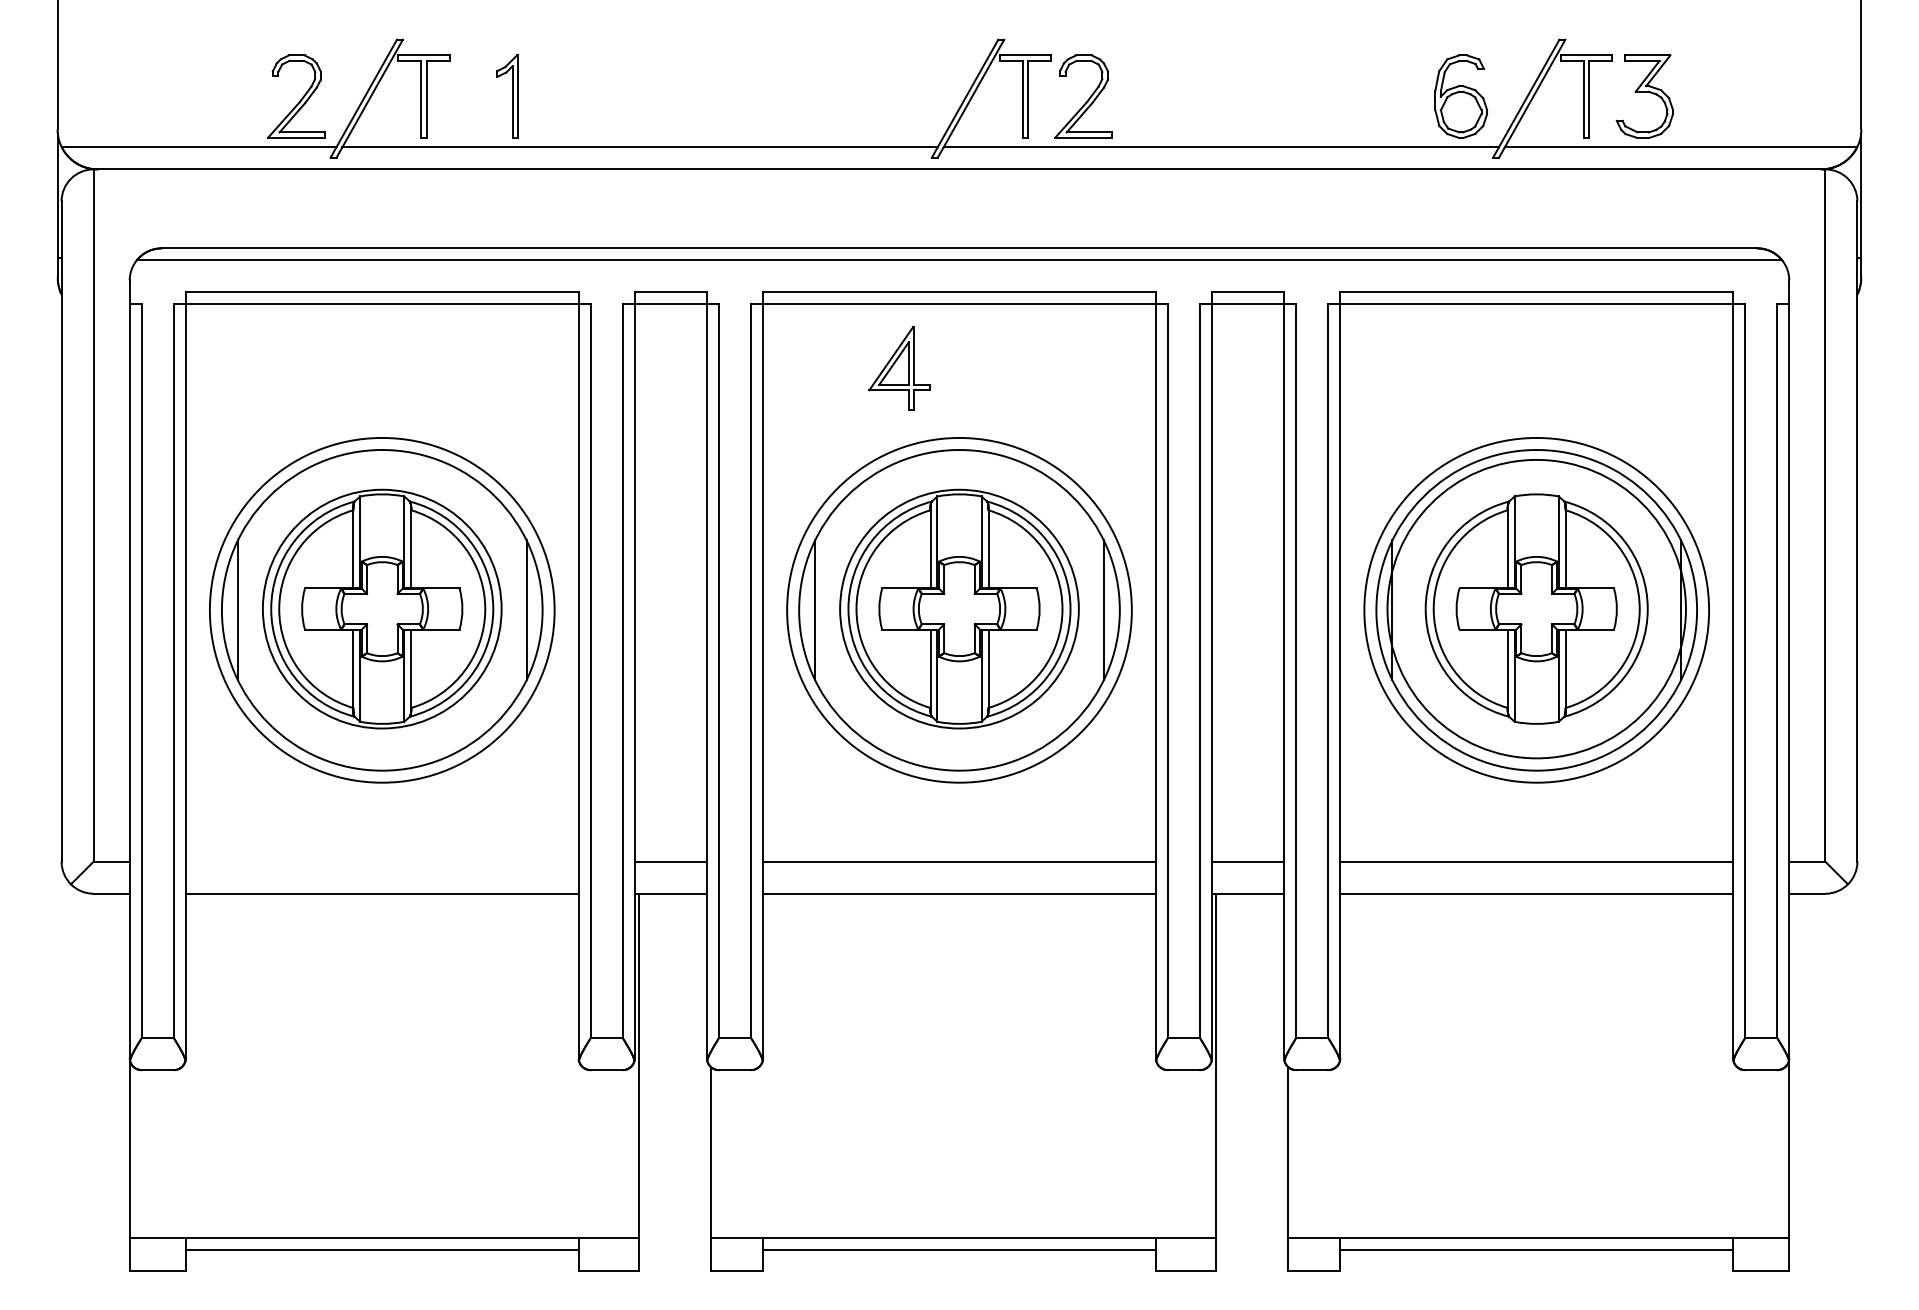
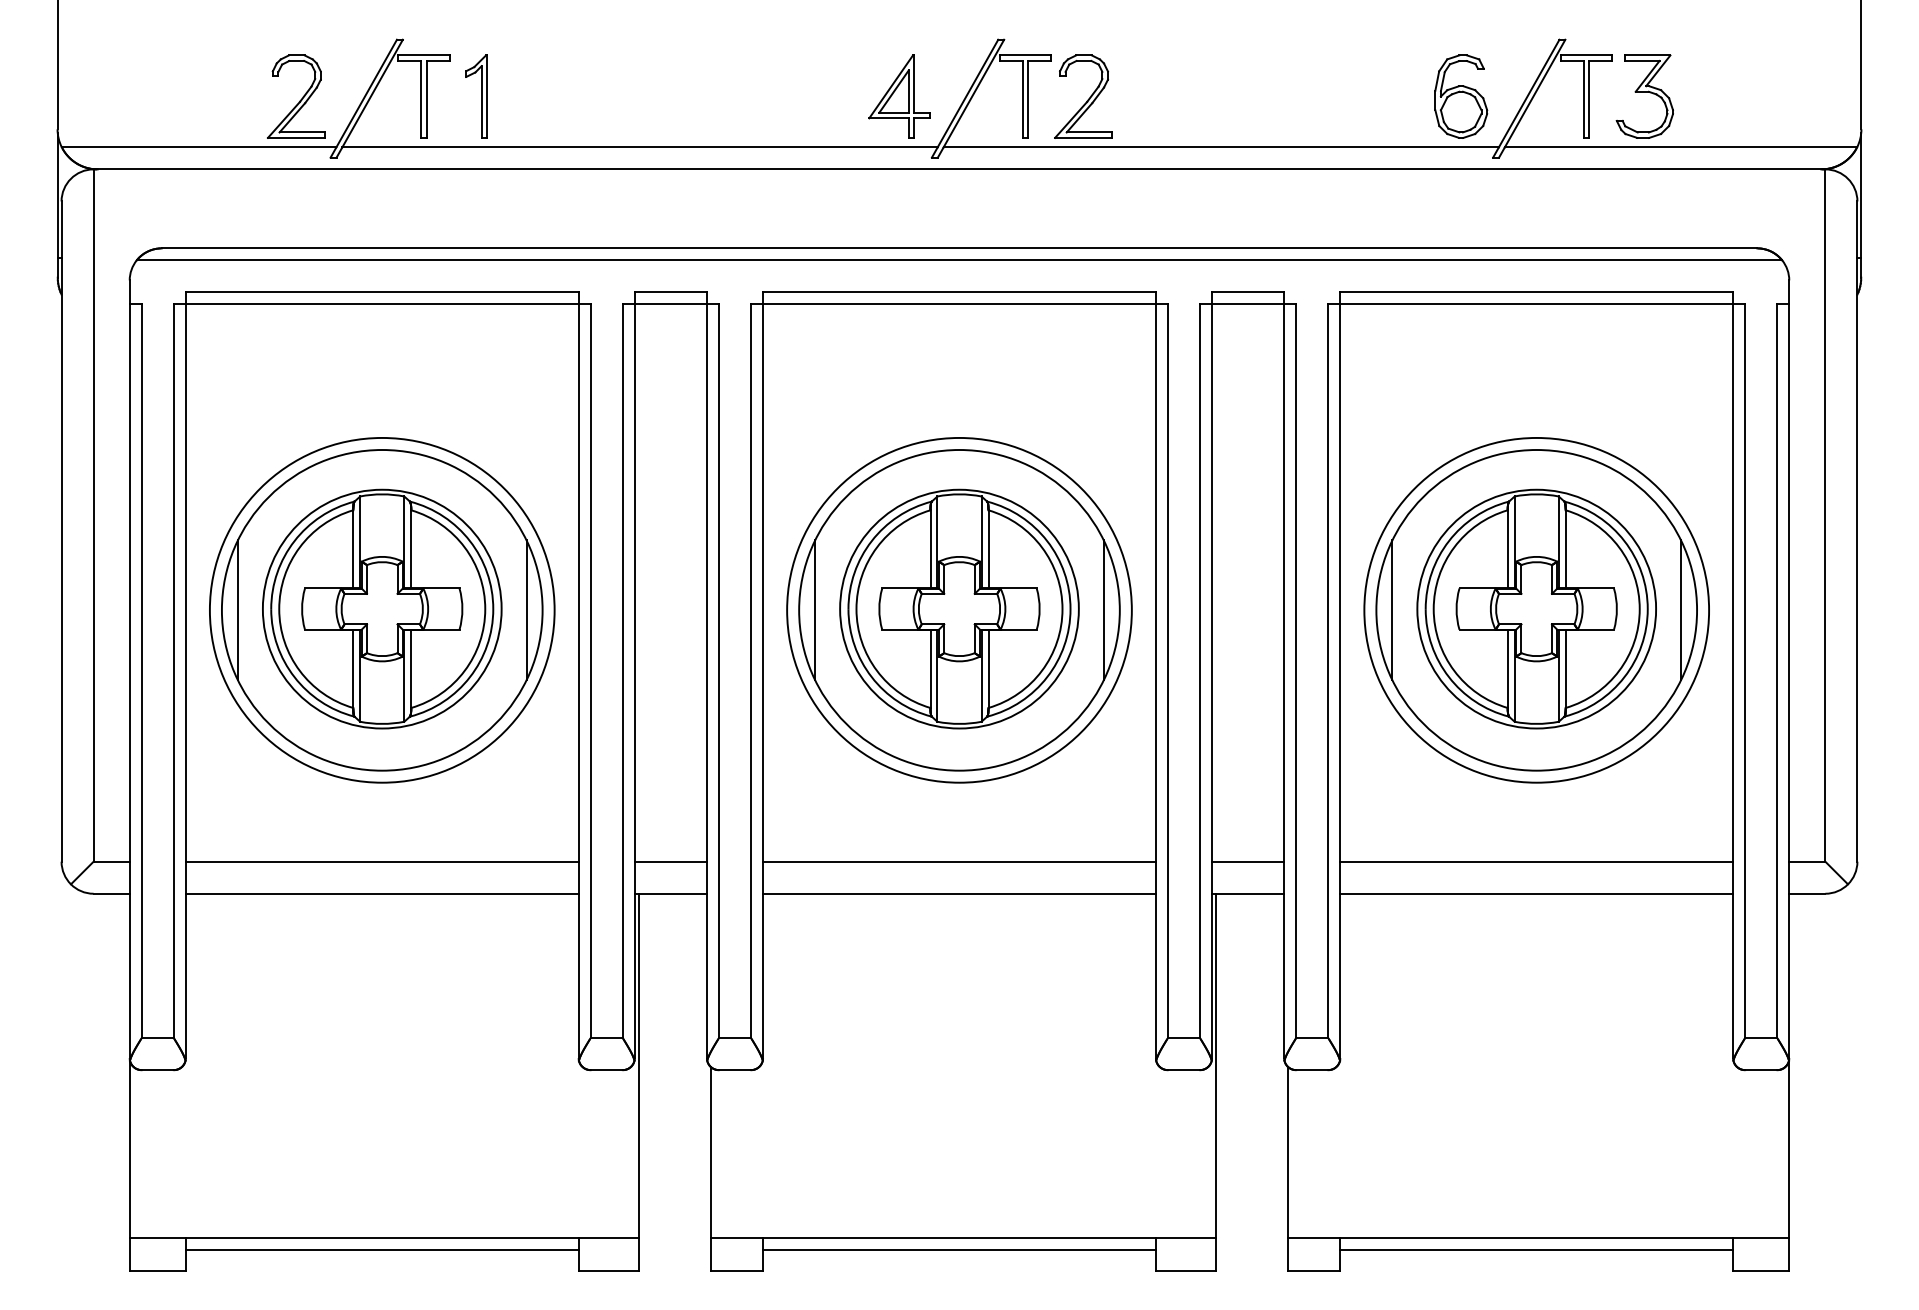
part at (507, 96) position: (507, 96) -> (476, 96)
part at (899, 368) position: (899, 368) -> (899, 96)
circle at (1536, 608) diameter: 298 px -> 239 px
line at (381, 861): none -> present
